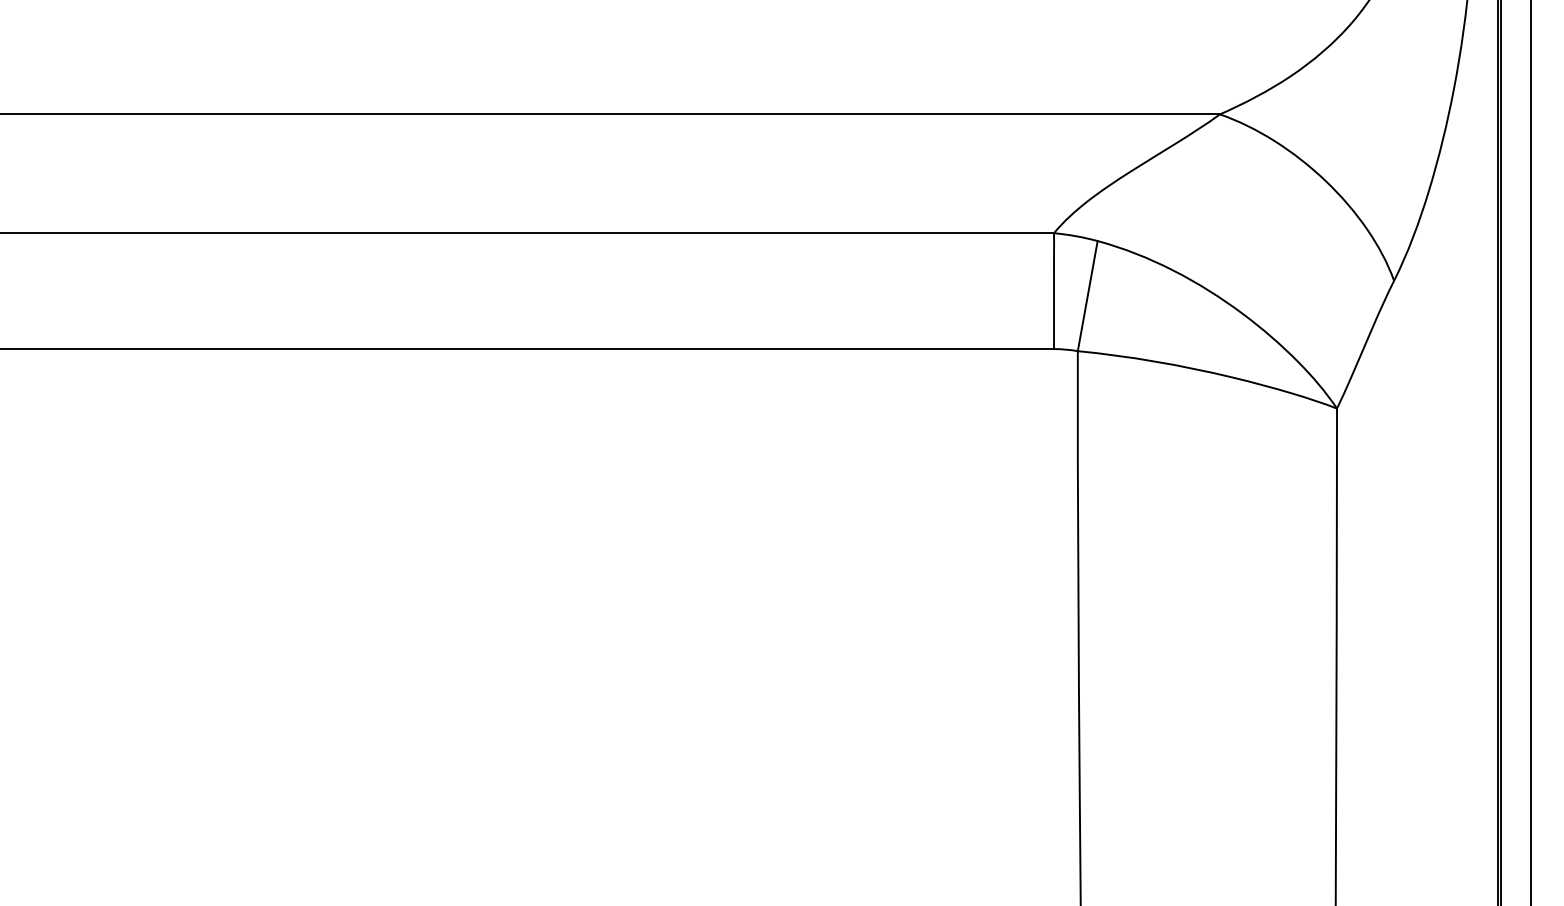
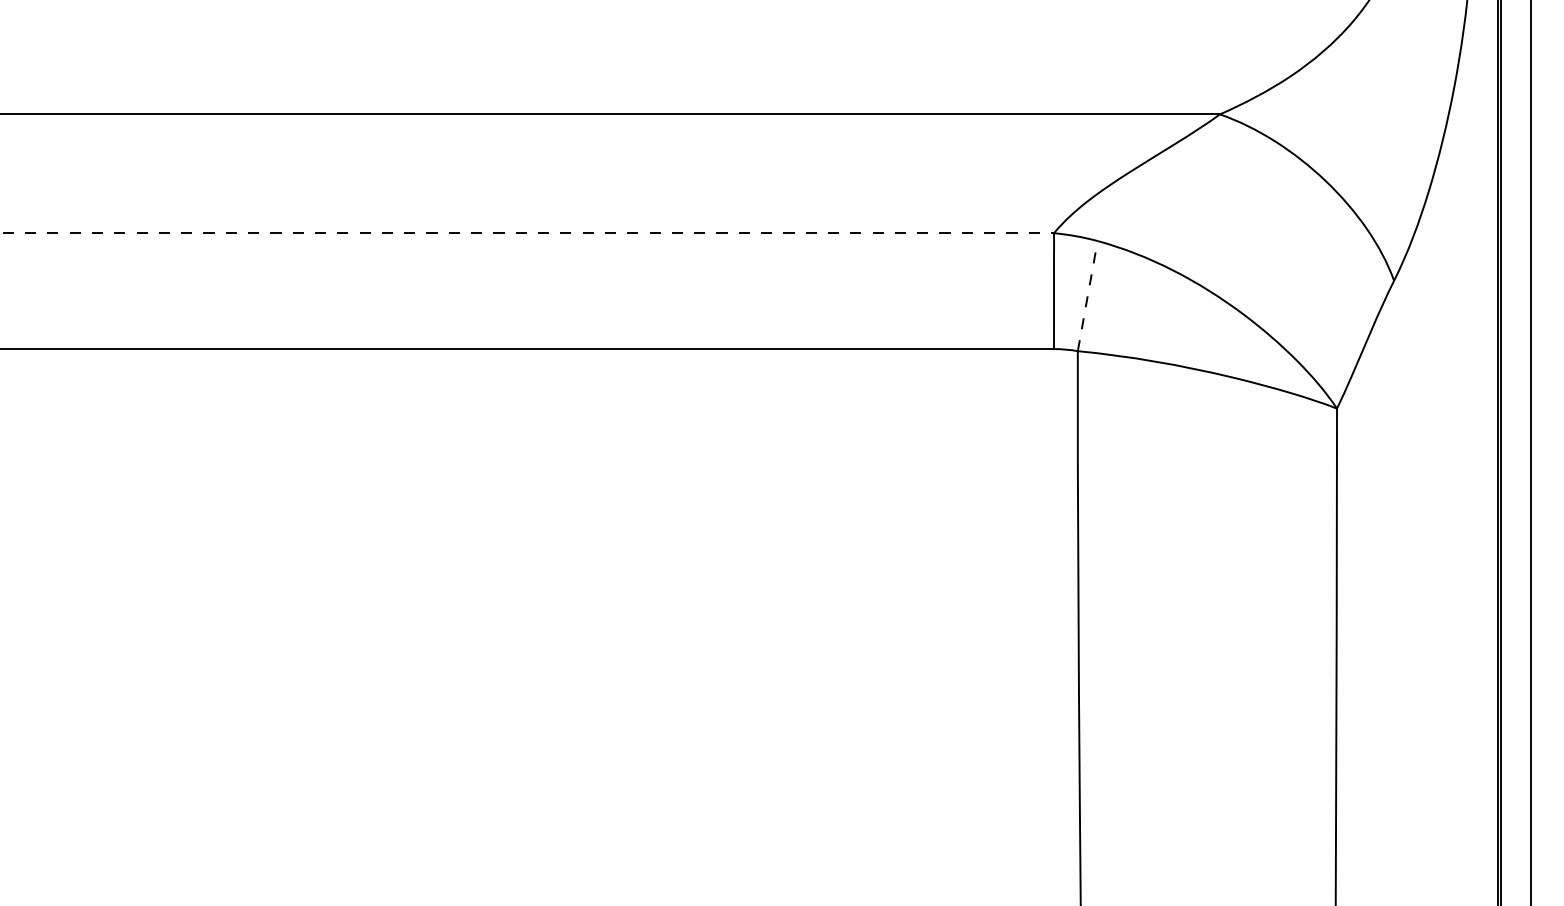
line at (527, 233): solid -> dashed
line at (1087, 296): solid -> dashed
